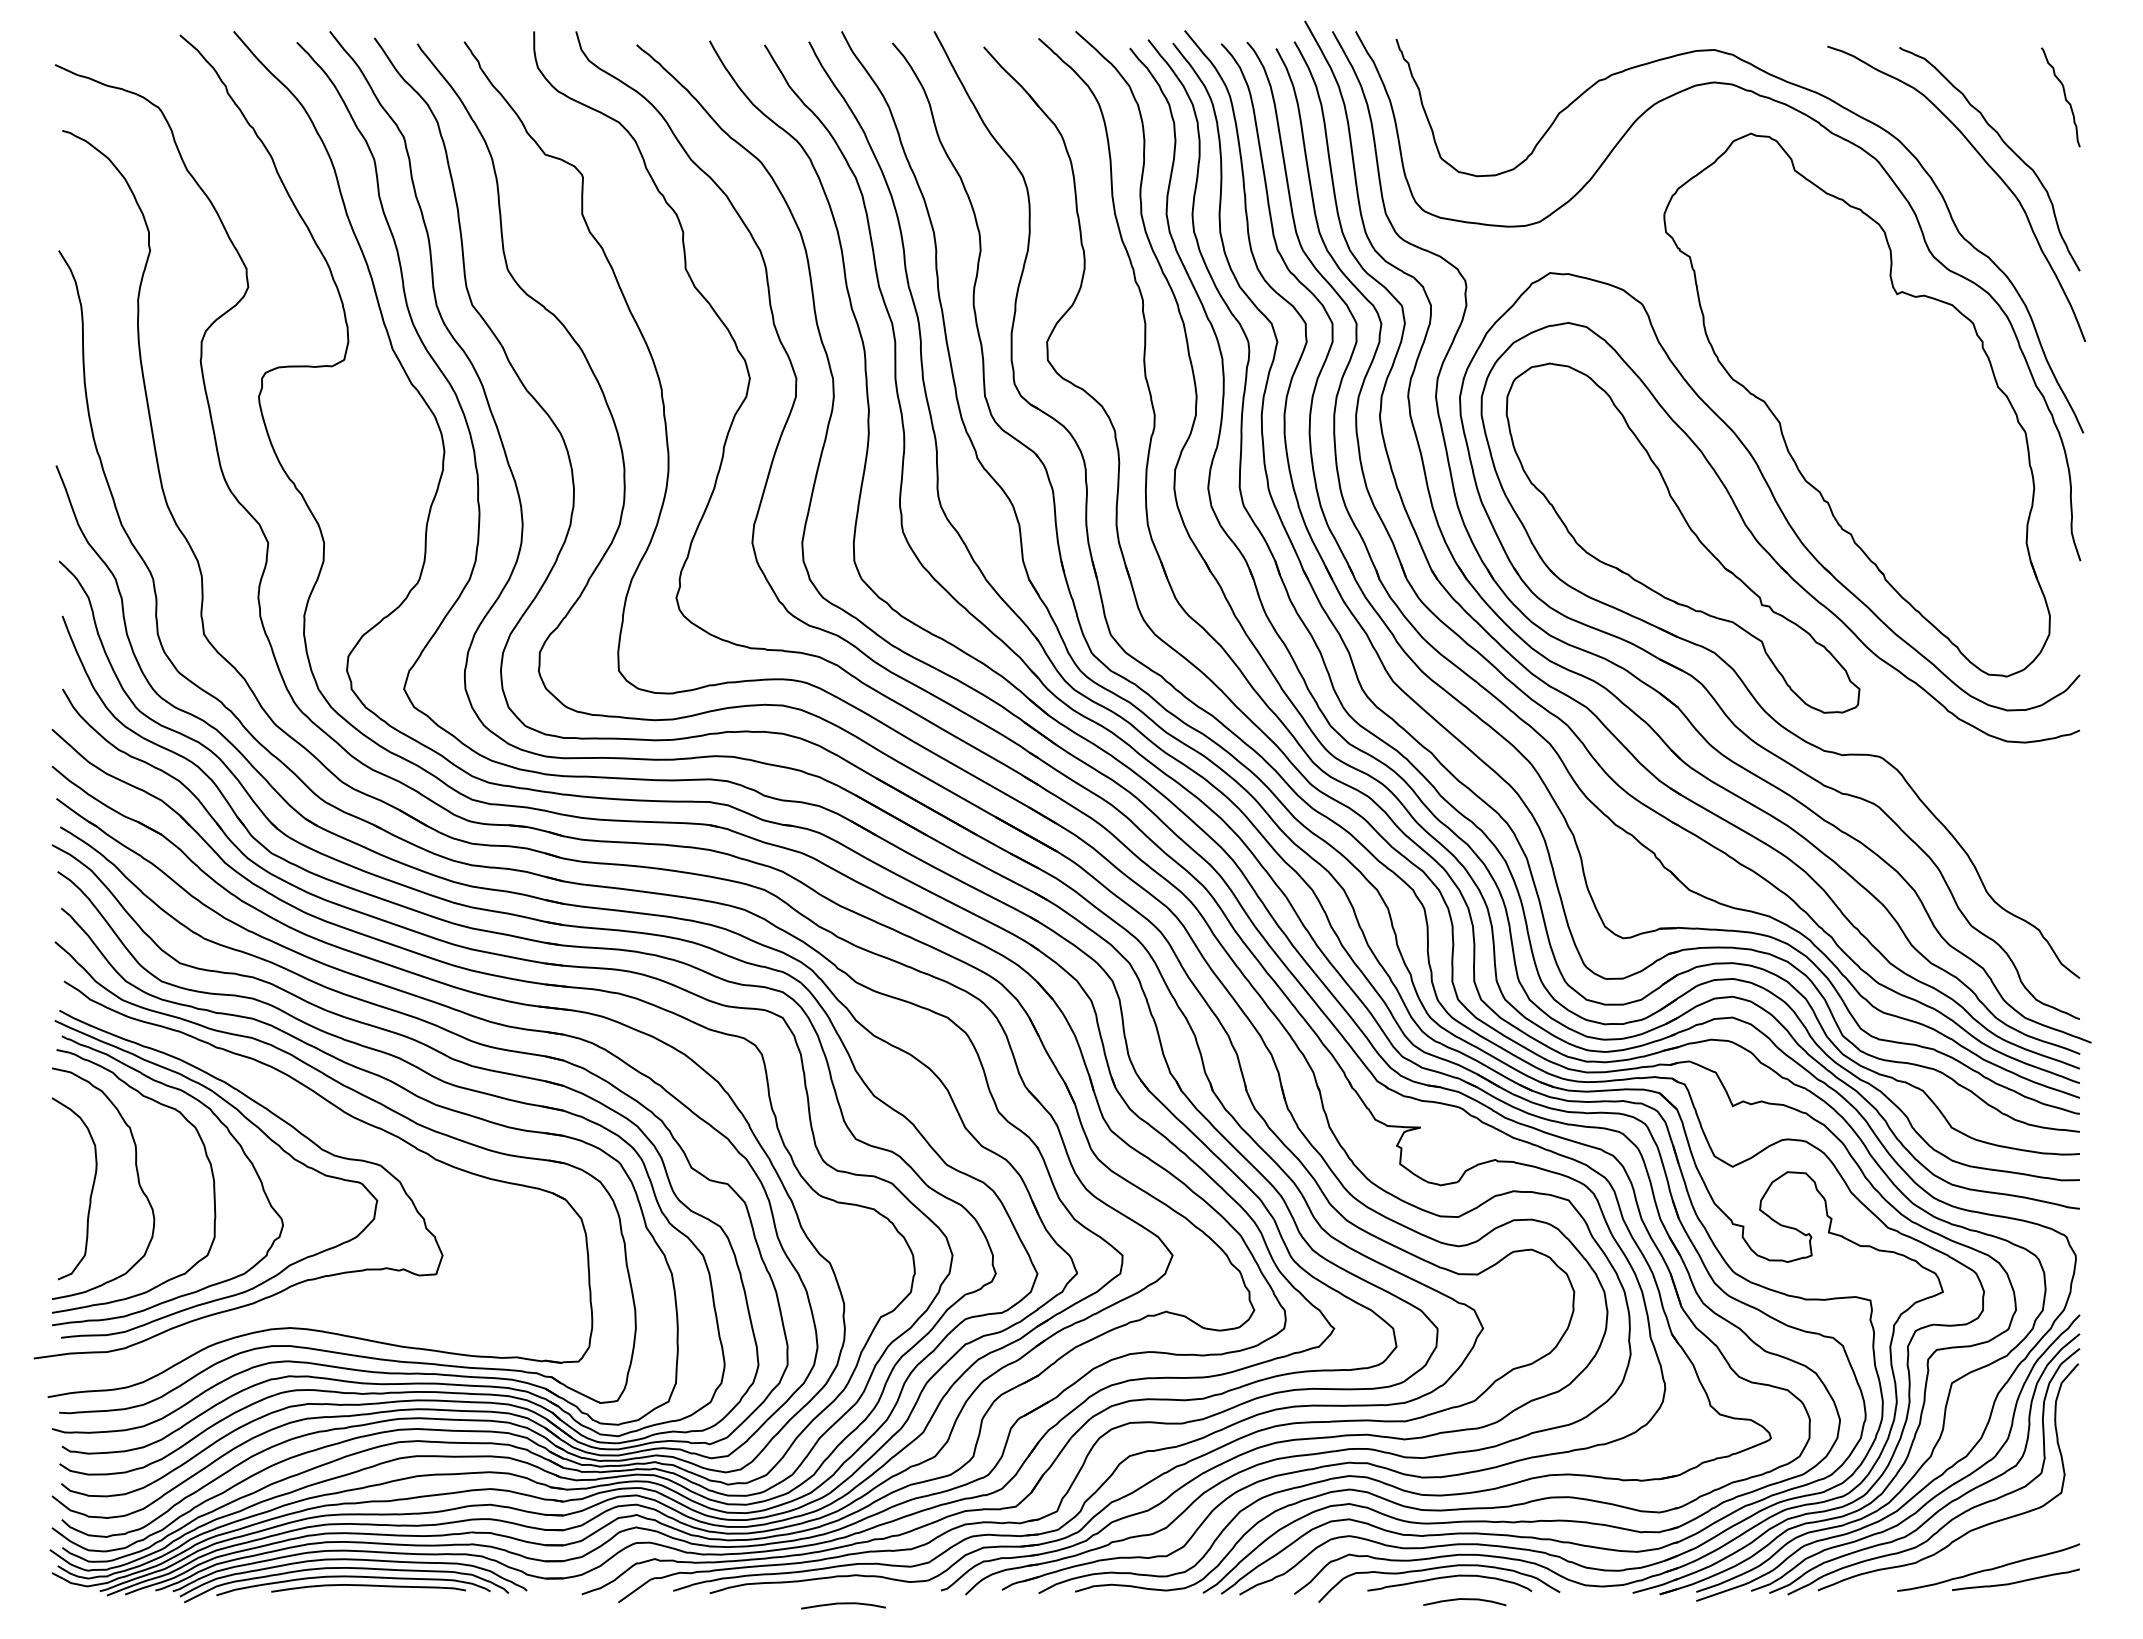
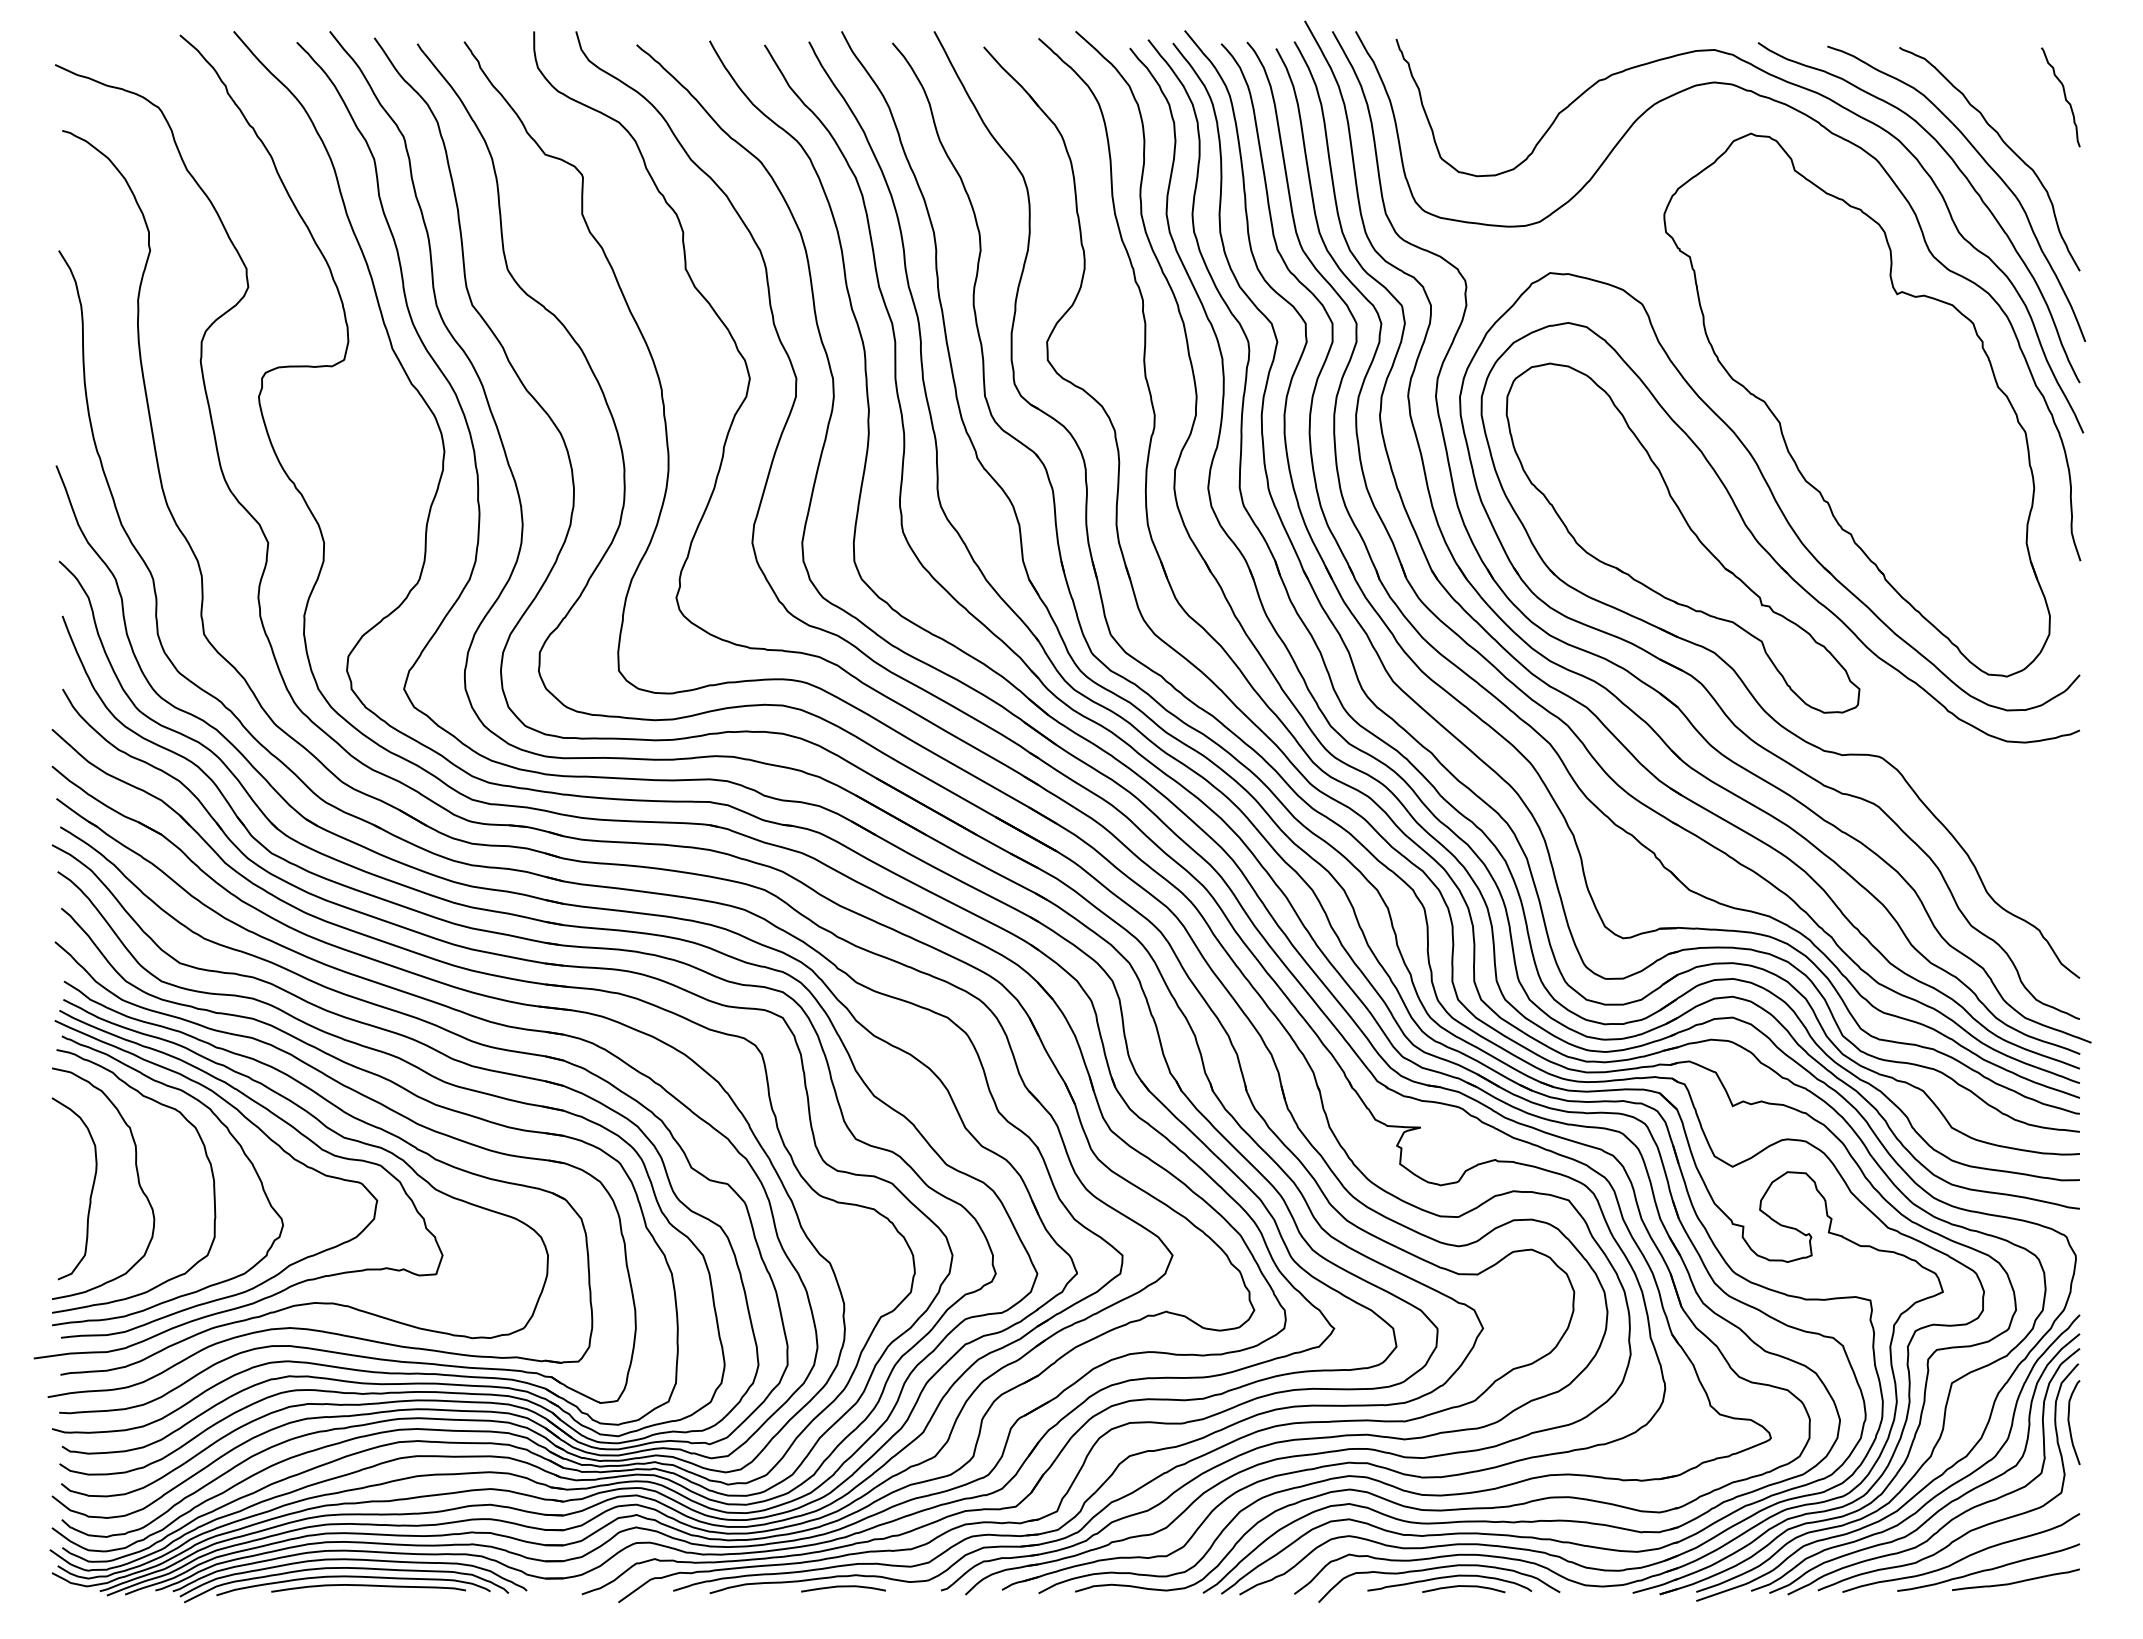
curve at (1967, 181): none -> present
curve at (336, 1134): none -> present
curve at (2069, 1422): none -> present
curve at (1963, 1557): none -> present
curve at (1466, 1600) position: (1466, 1600) -> (1465, 1587)
curve at (843, 1604) position: (843, 1604) -> (843, 1587)
